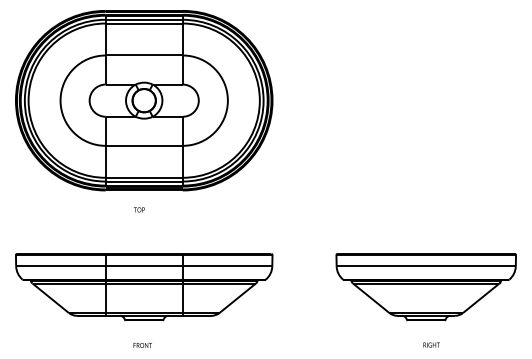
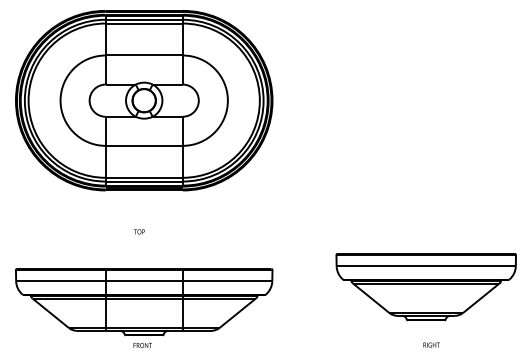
text at (139, 209) position: (139, 209) -> (139, 231)
part at (144, 287) position: (144, 287) -> (144, 302)
